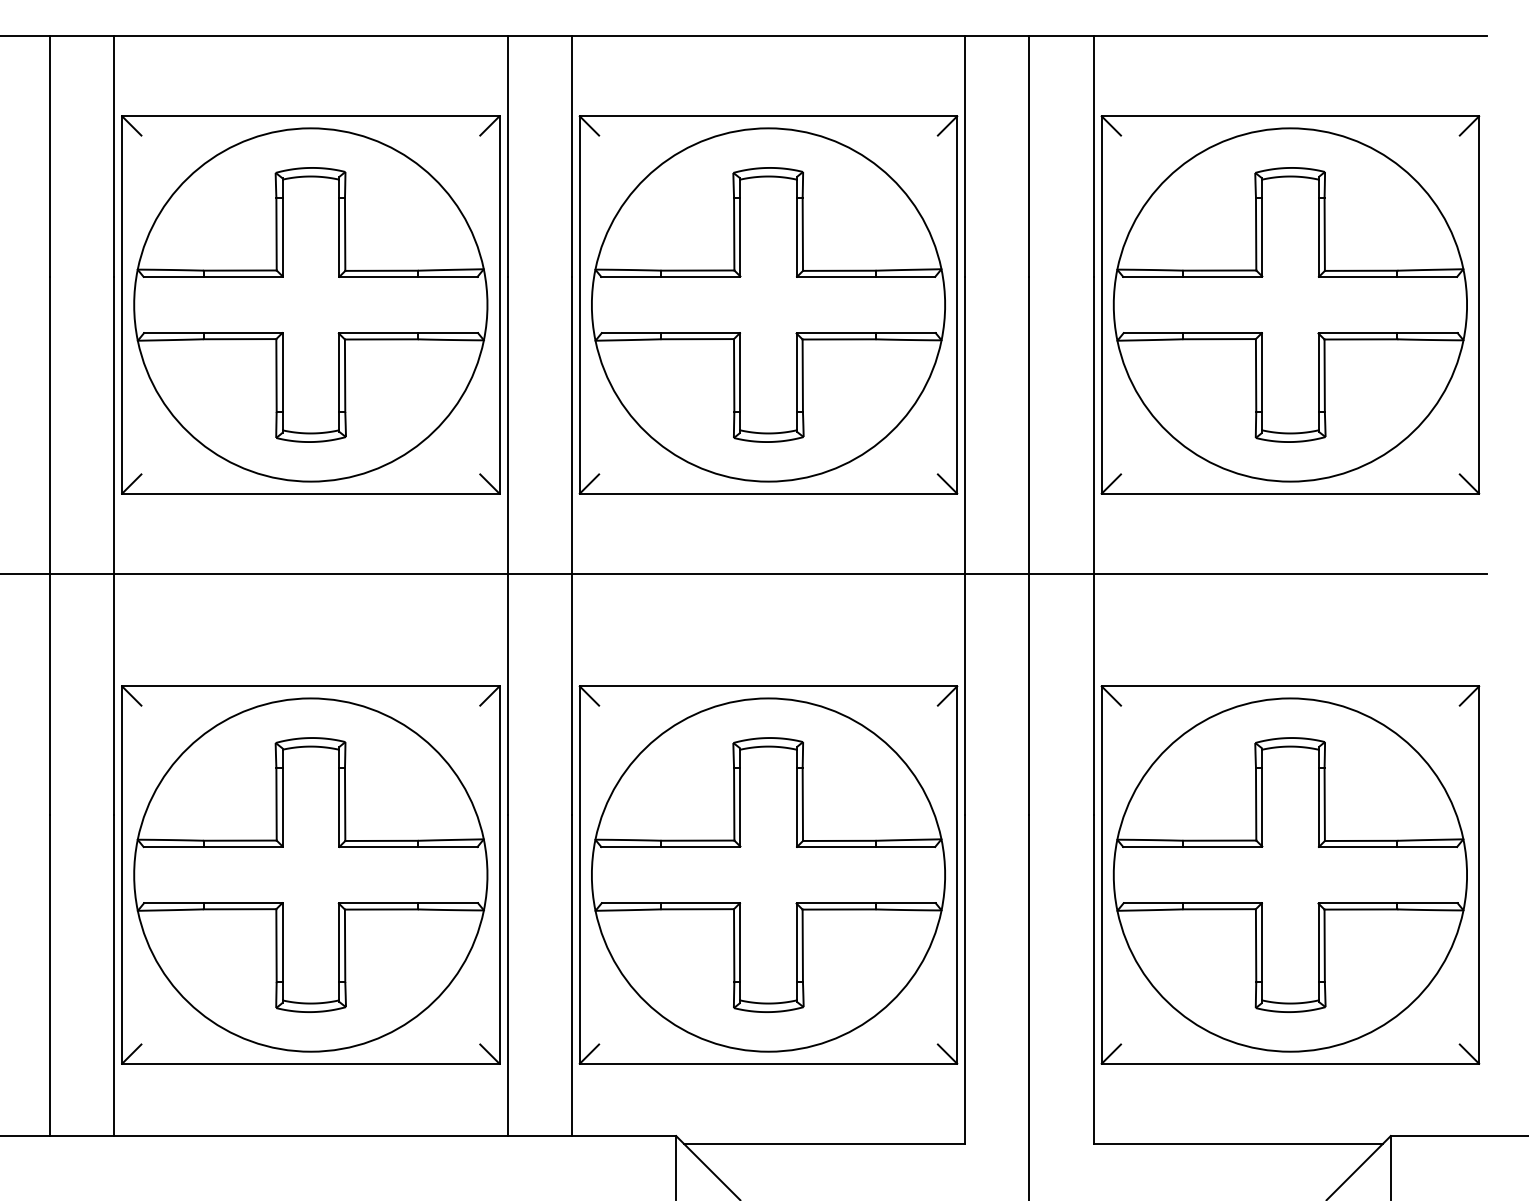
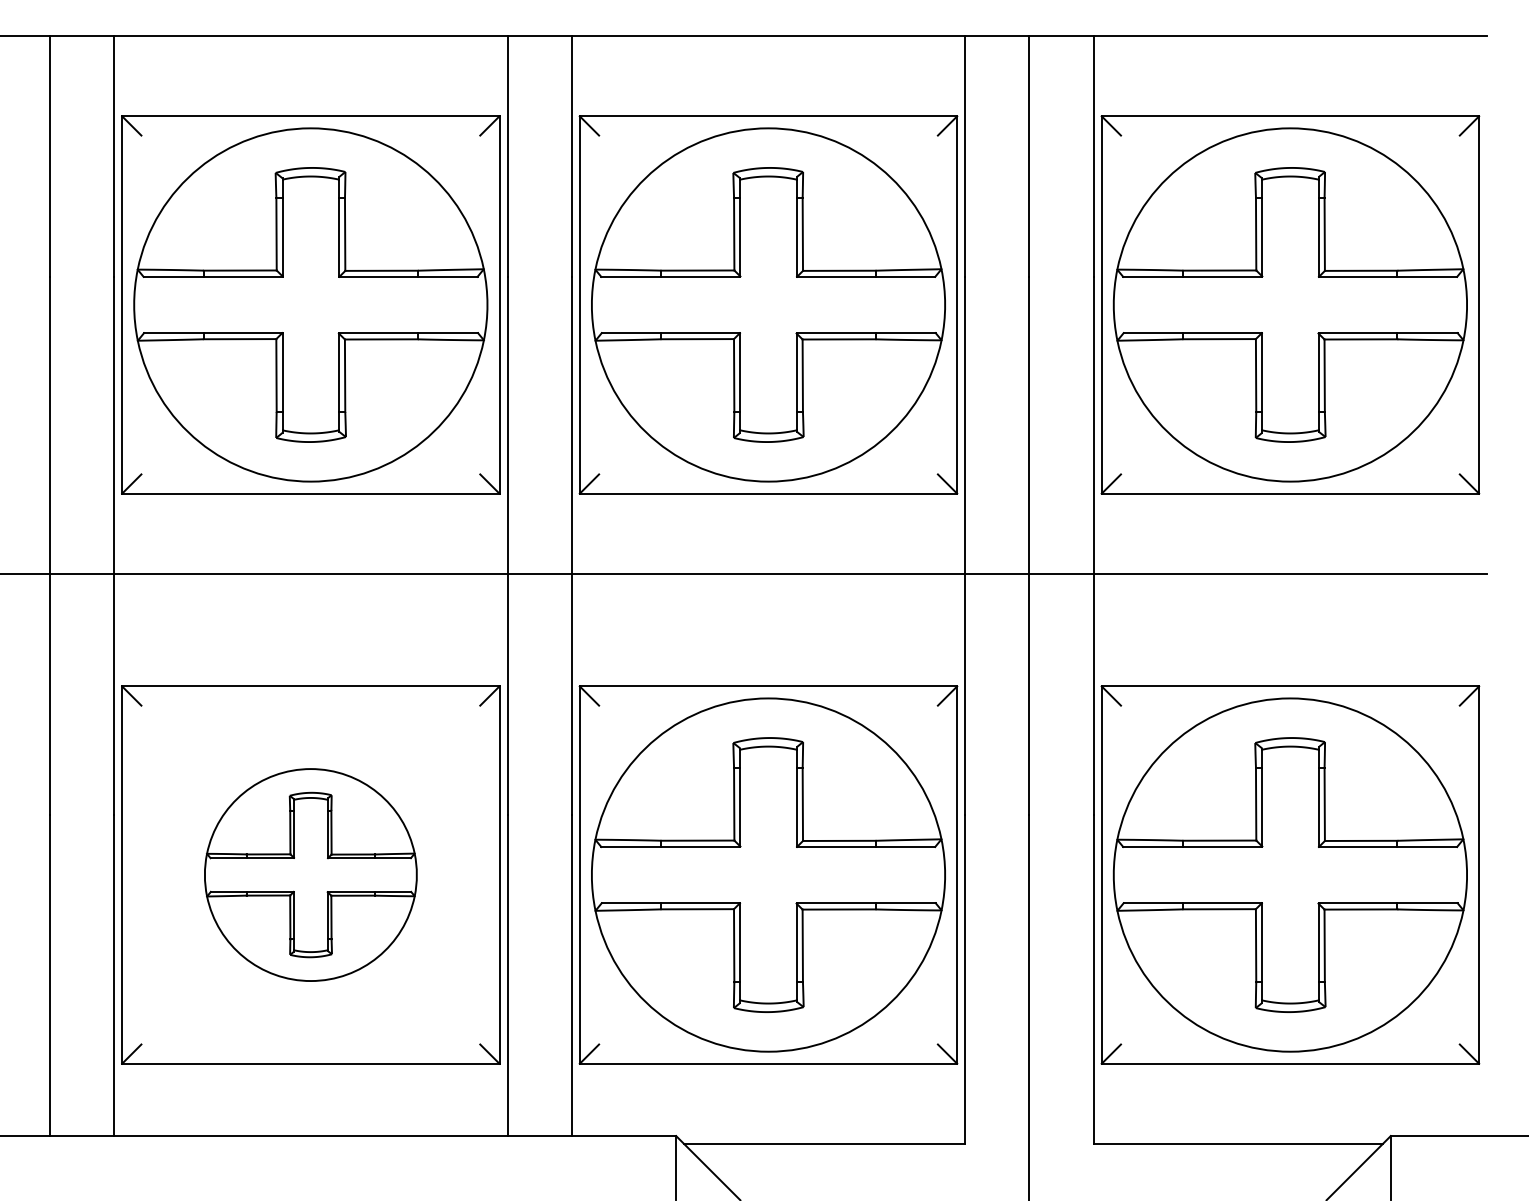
part at (310, 874) size: 356x356 px -> 214x214 px
